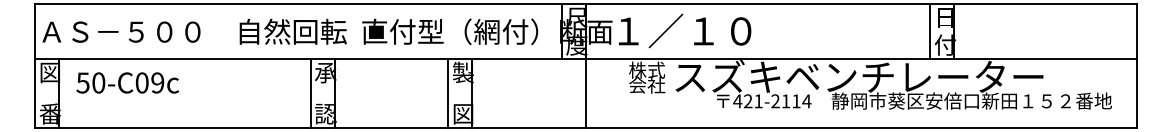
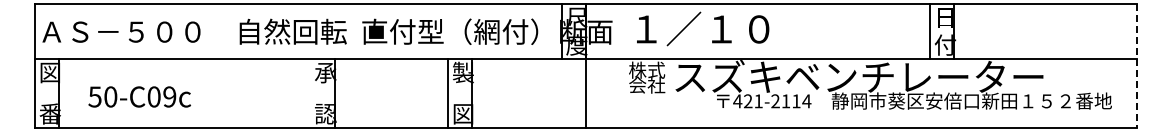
text at (685, 30) position: (685, 30) -> (703, 28)
line at (1136, 66): solid -> dashed
text at (127, 82) position: (127, 82) -> (139, 96)
line at (310, 93): present -> none
